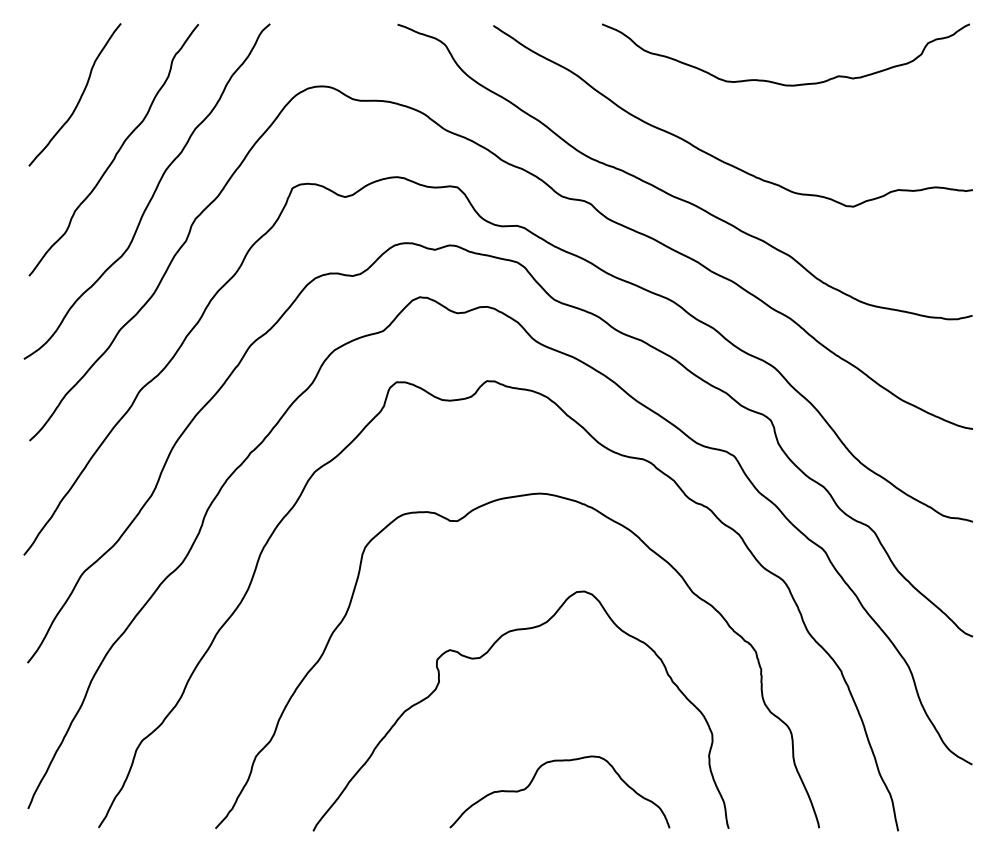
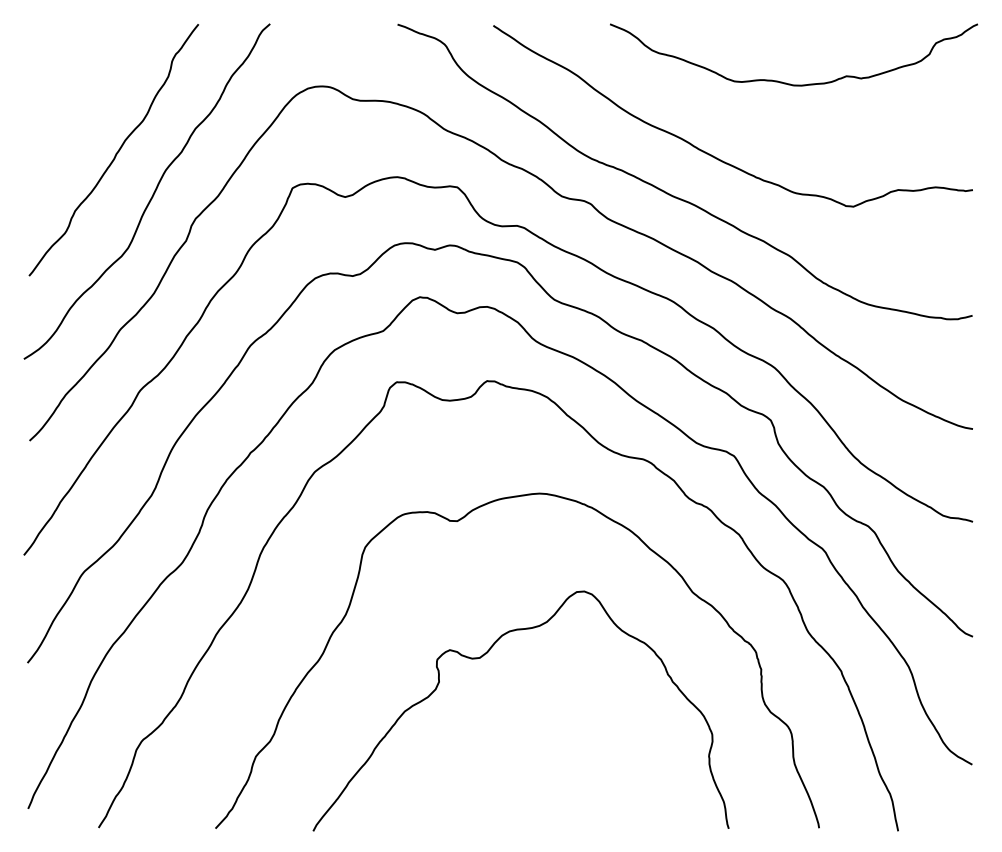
curve at (778, 82) position: (778, 82) -> (786, 82)
curve at (80, 95): present -> none
curve at (534, 778): present -> none
